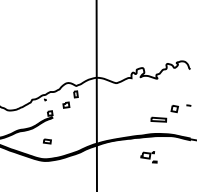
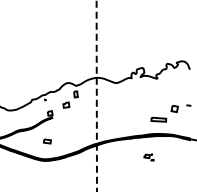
line at (96, 95): solid -> dashed
part at (148, 157) size: 18x13 px -> 12x9 px
